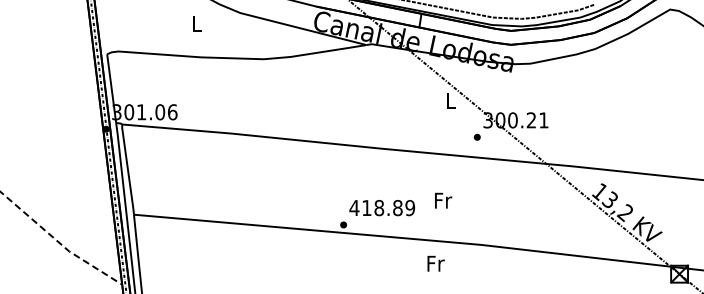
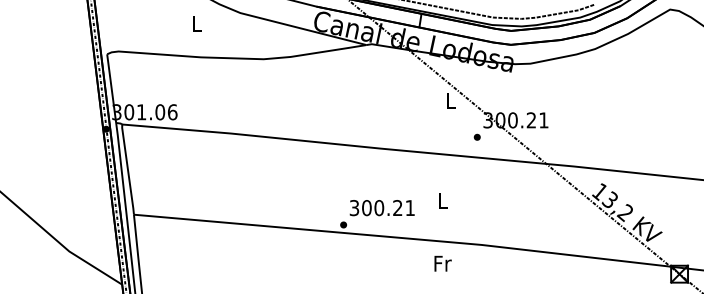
text at (443, 200): Fr -> L
text at (382, 208): 418.89 -> 300.21
line at (59, 242): dashed -> solid
text at (435, 263) position: (435, 263) -> (442, 263)
